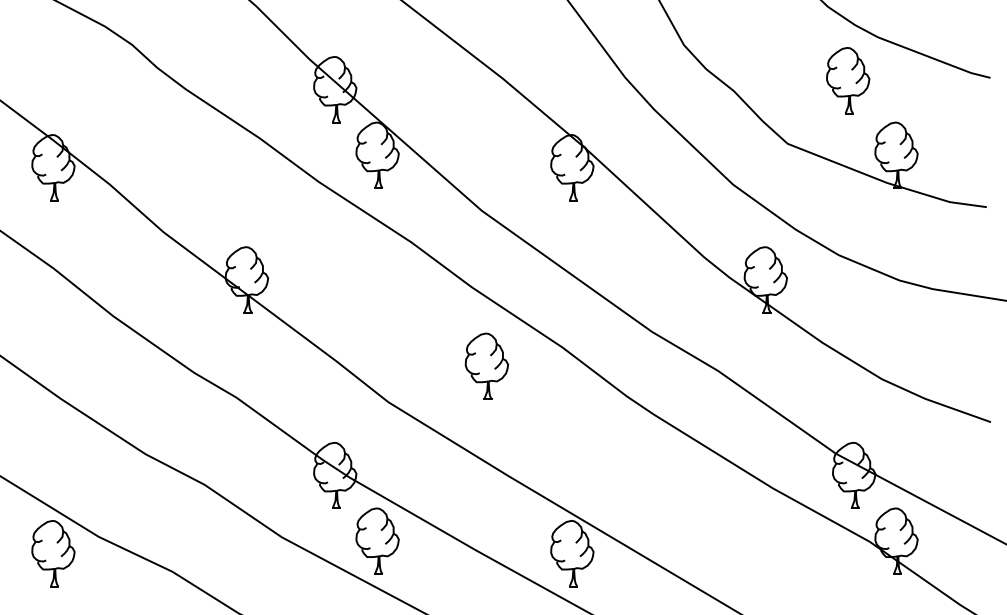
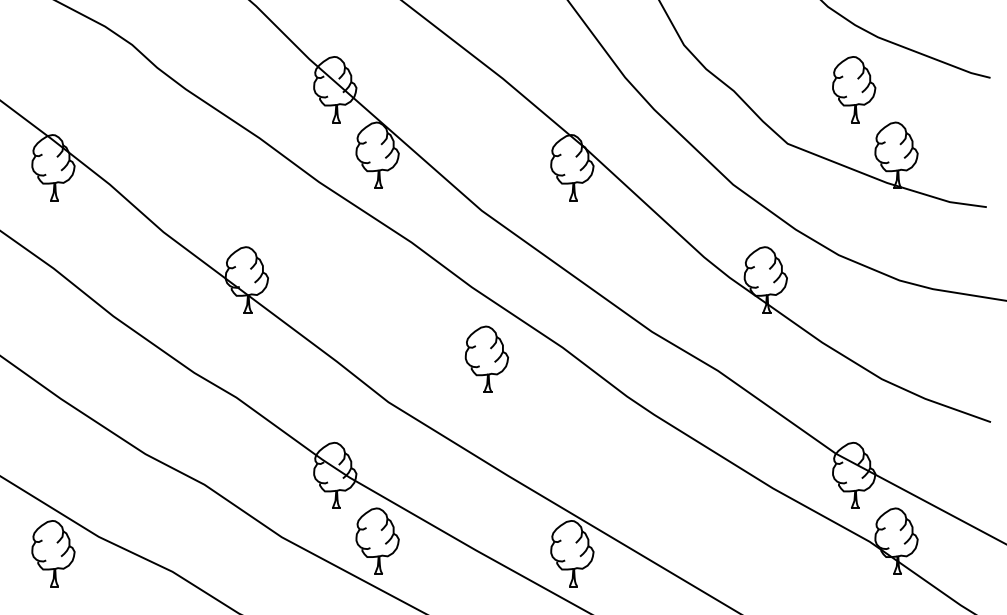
part at (848, 80) position: (848, 80) -> (854, 89)
part at (486, 365) position: (486, 365) -> (486, 358)
